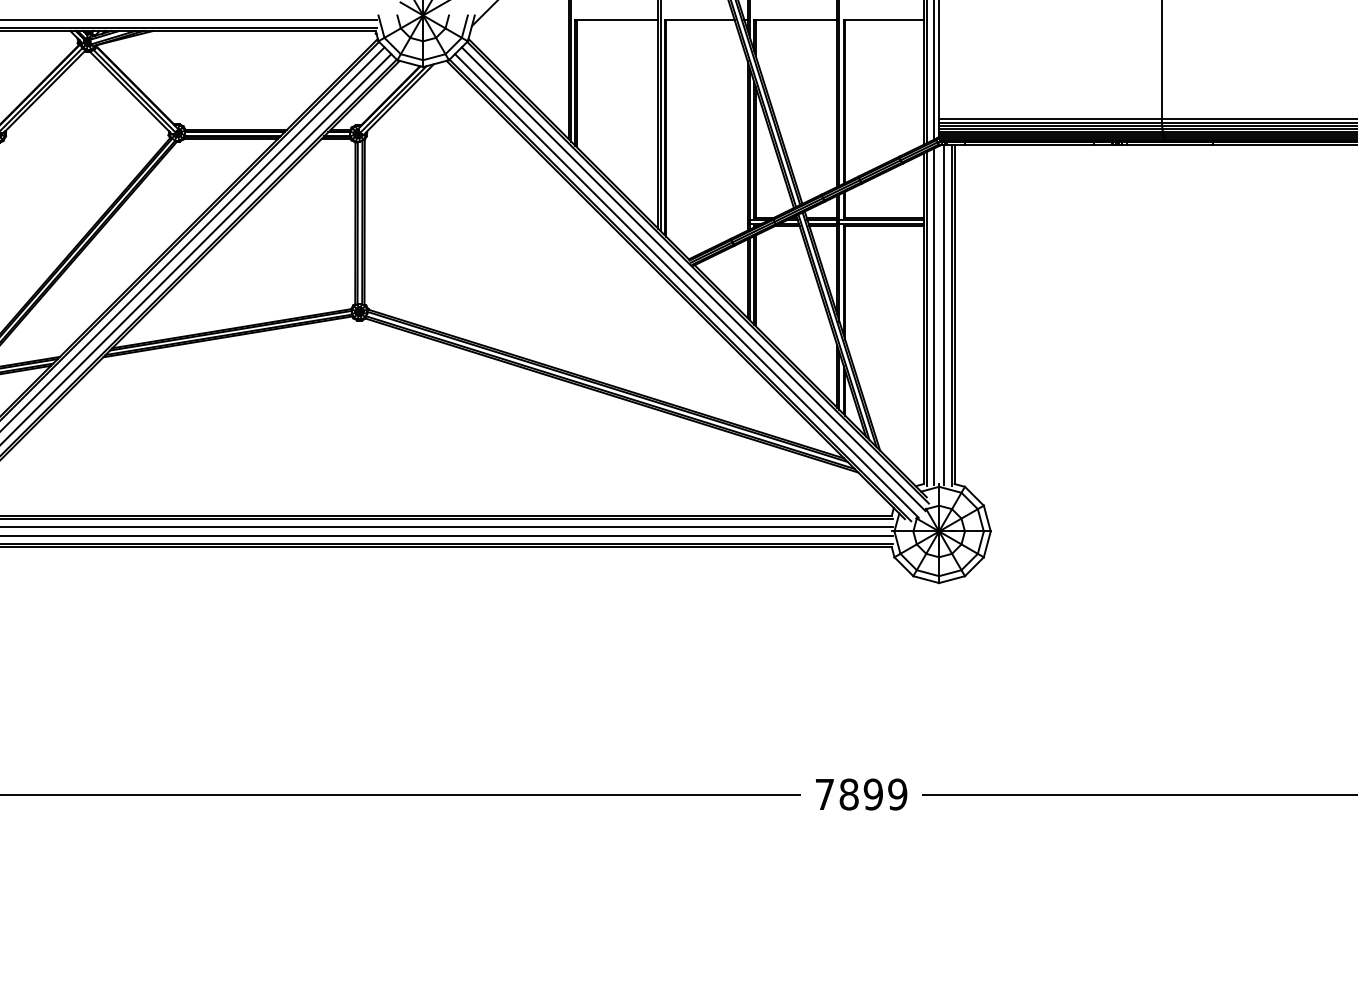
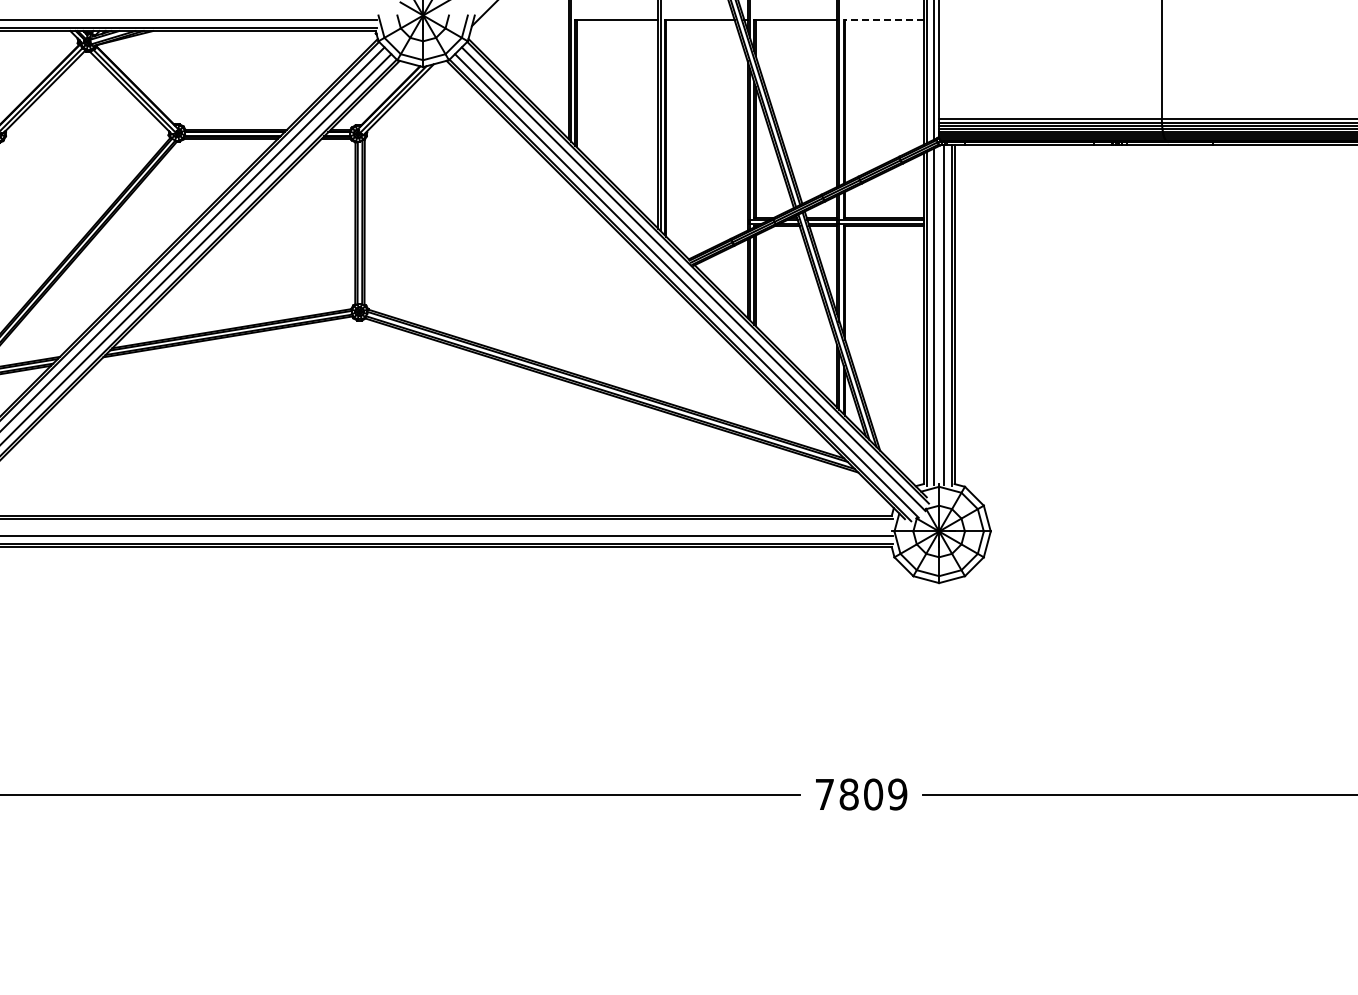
line at (883, 19): solid -> dashed
line at (447, 526): present -> none
text at (873, 794): 7899 -> 7809
